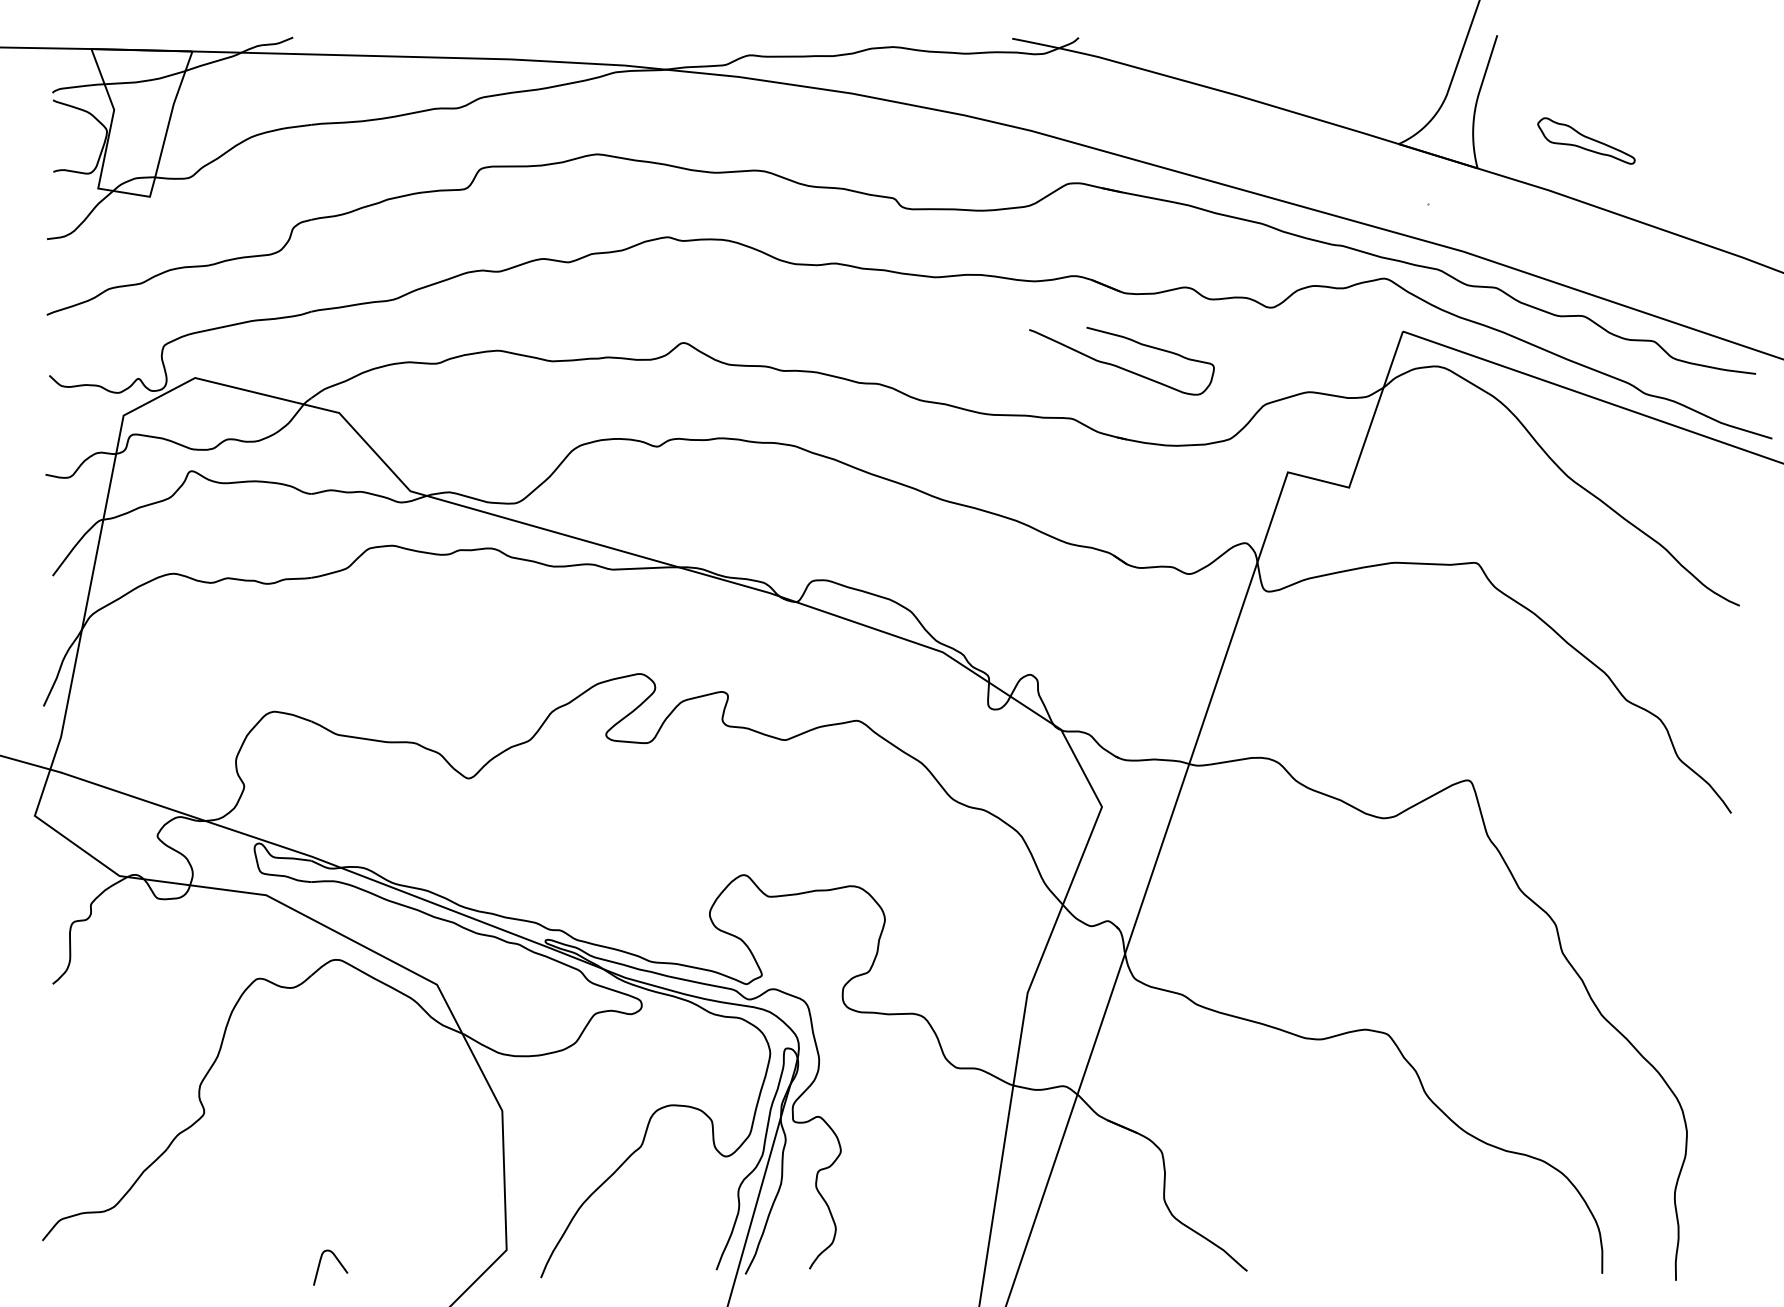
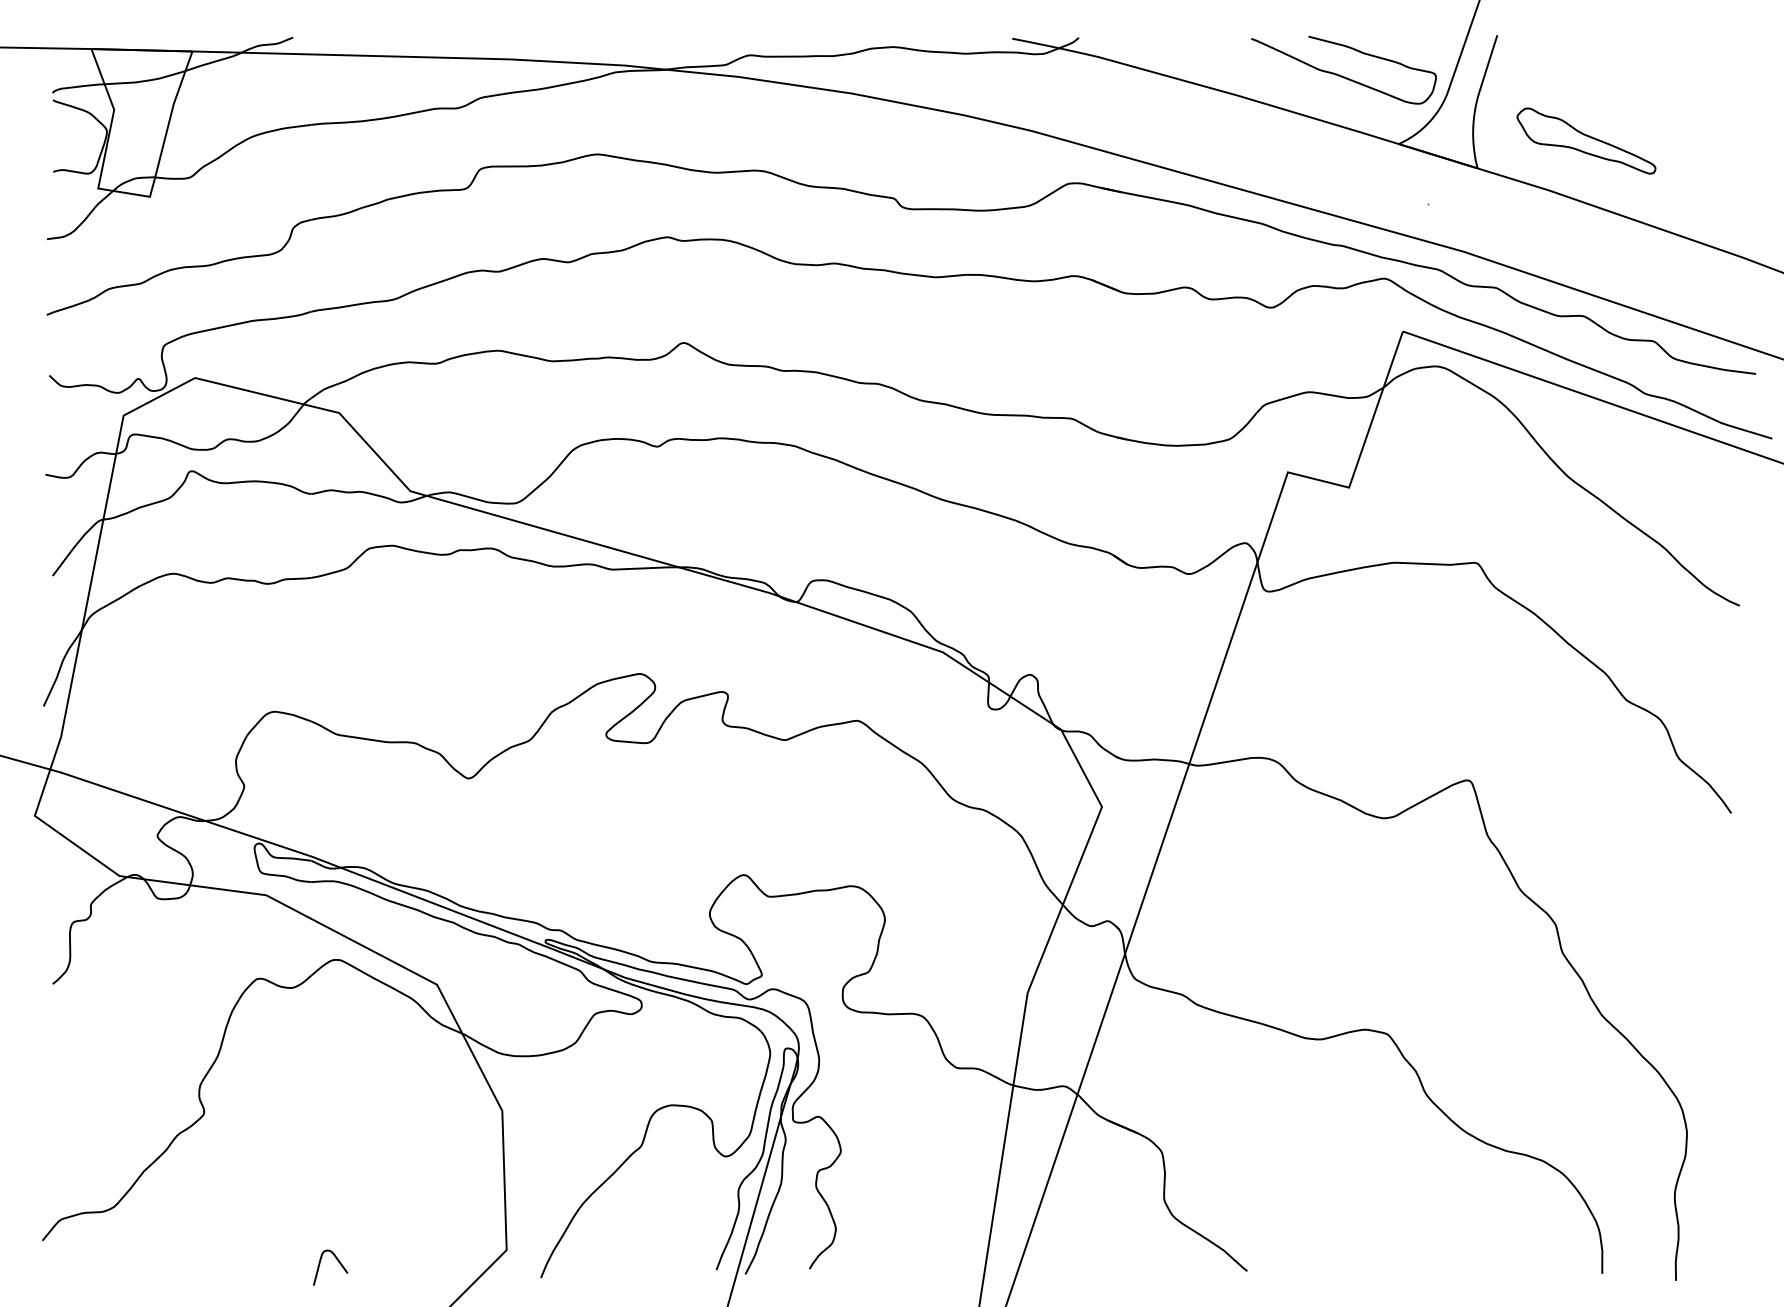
part at (1586, 140) size: 99x48 px -> 141x68 px
curve at (1120, 366) position: (1120, 366) -> (1342, 75)
